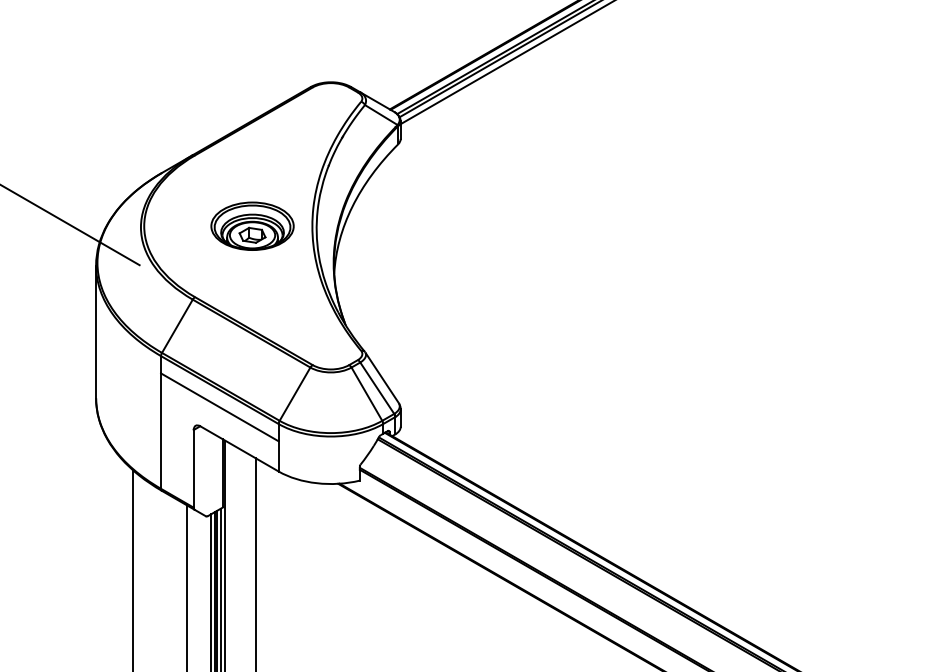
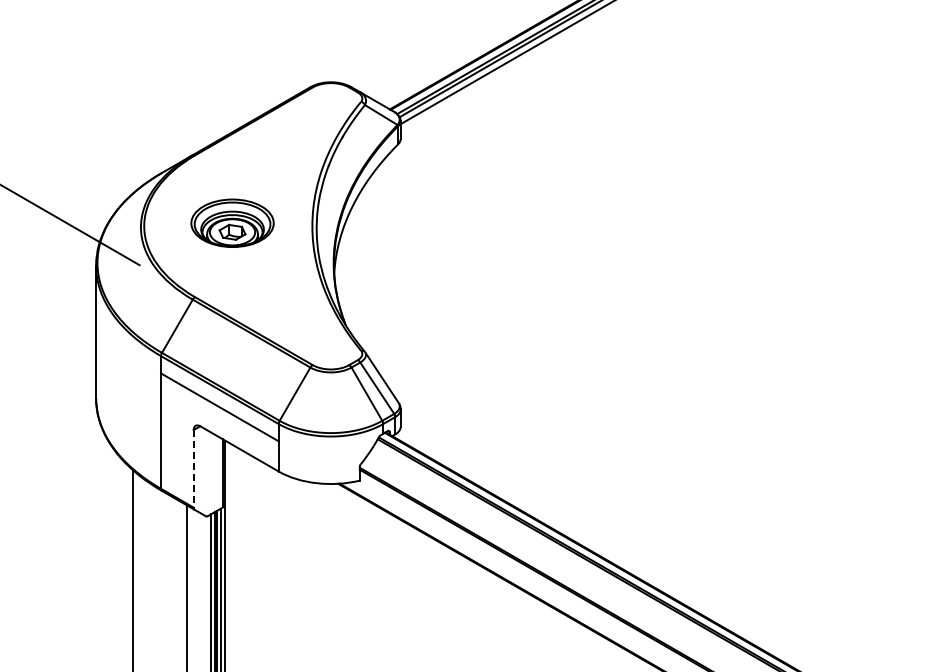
part at (252, 225) position: (252, 225) -> (232, 222)
line at (193, 468): solid -> dashed
line at (255, 563): present -> none
